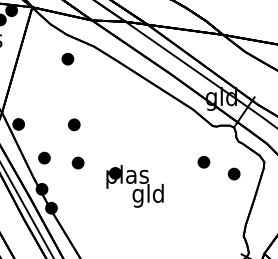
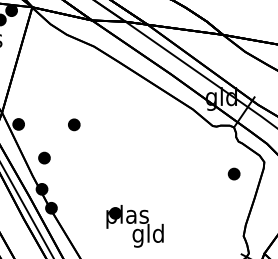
part at (67, 58): present -> none
part at (77, 162): present -> none
part at (203, 162): present -> none
part at (134, 186) position: (134, 186) -> (134, 226)
